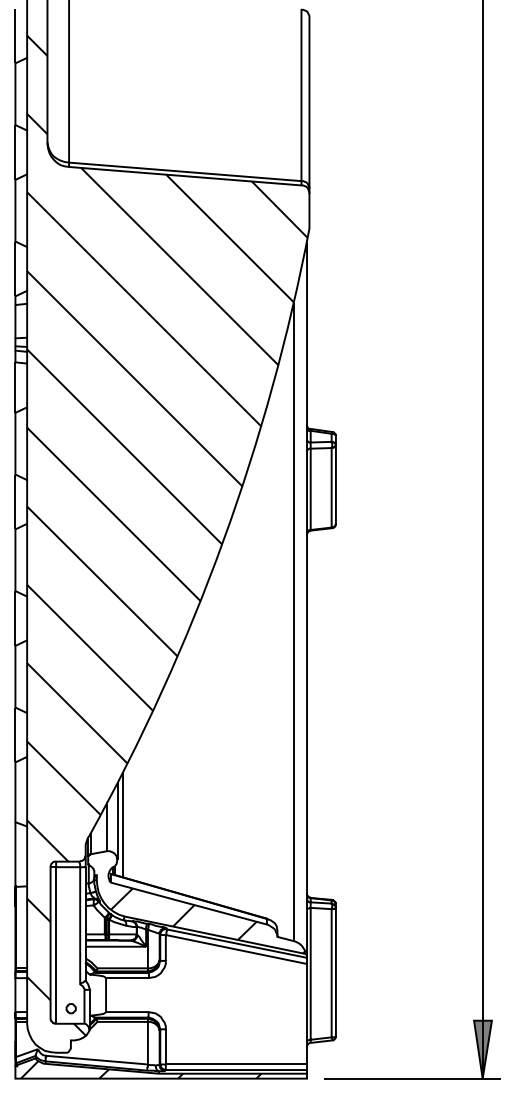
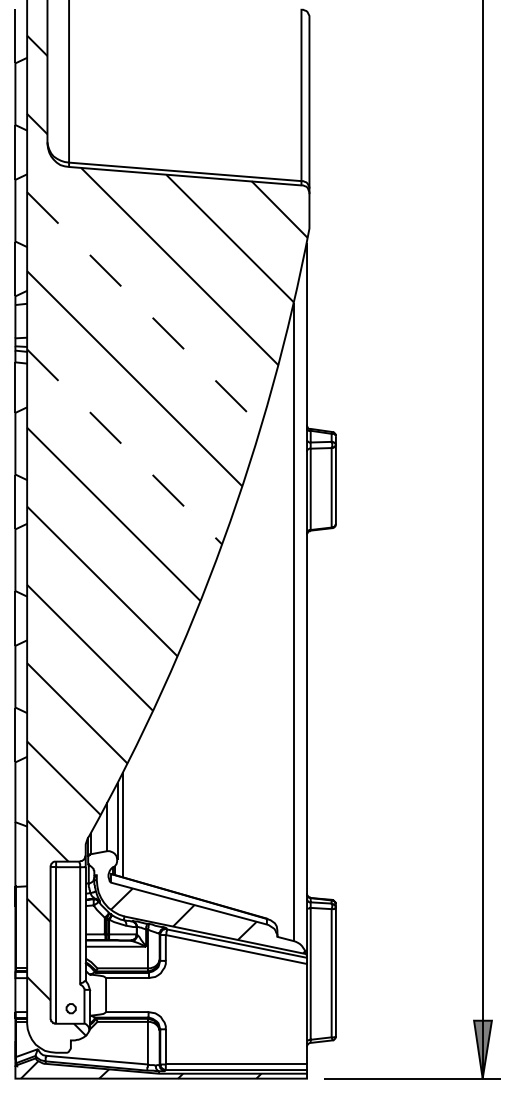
line at (144, 309): solid -> dashed
line at (124, 446): solid -> dashed
